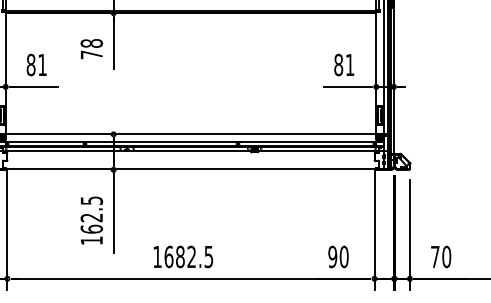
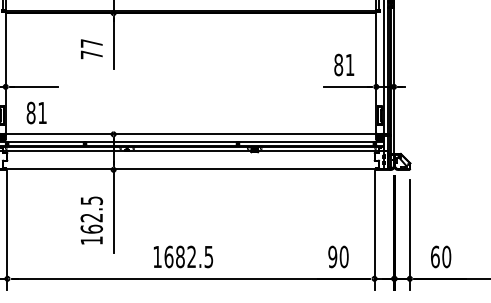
text at (91, 43): 78 -> 77
text at (36, 64) position: (36, 64) -> (36, 112)
text at (435, 256): 70 -> 60
